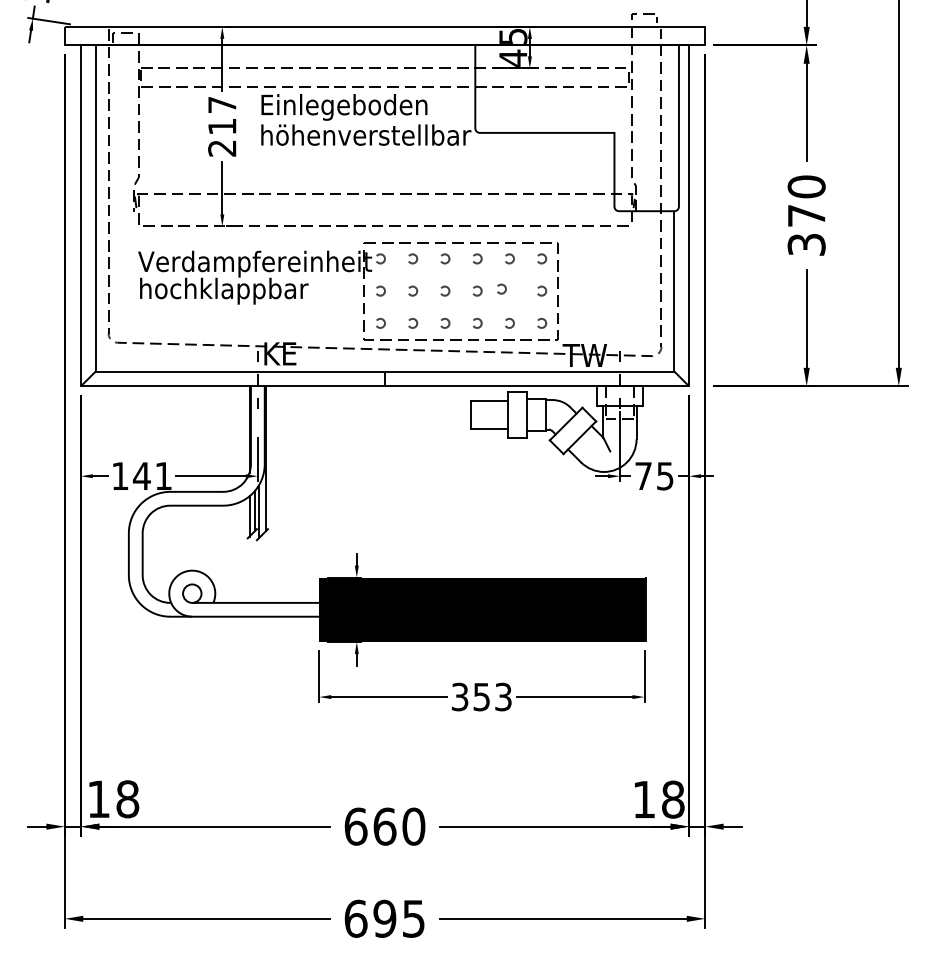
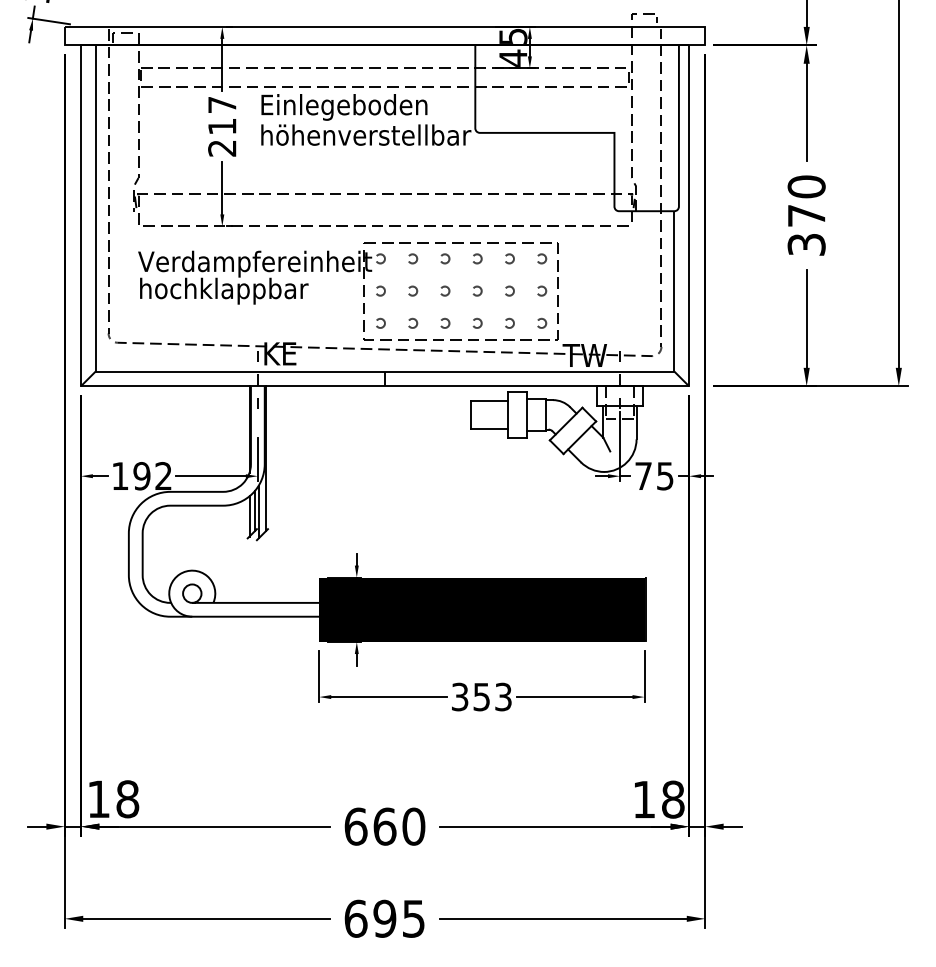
circle at (501, 288) position: (501, 288) -> (509, 290)
text at (151, 476): 141 -> 192
